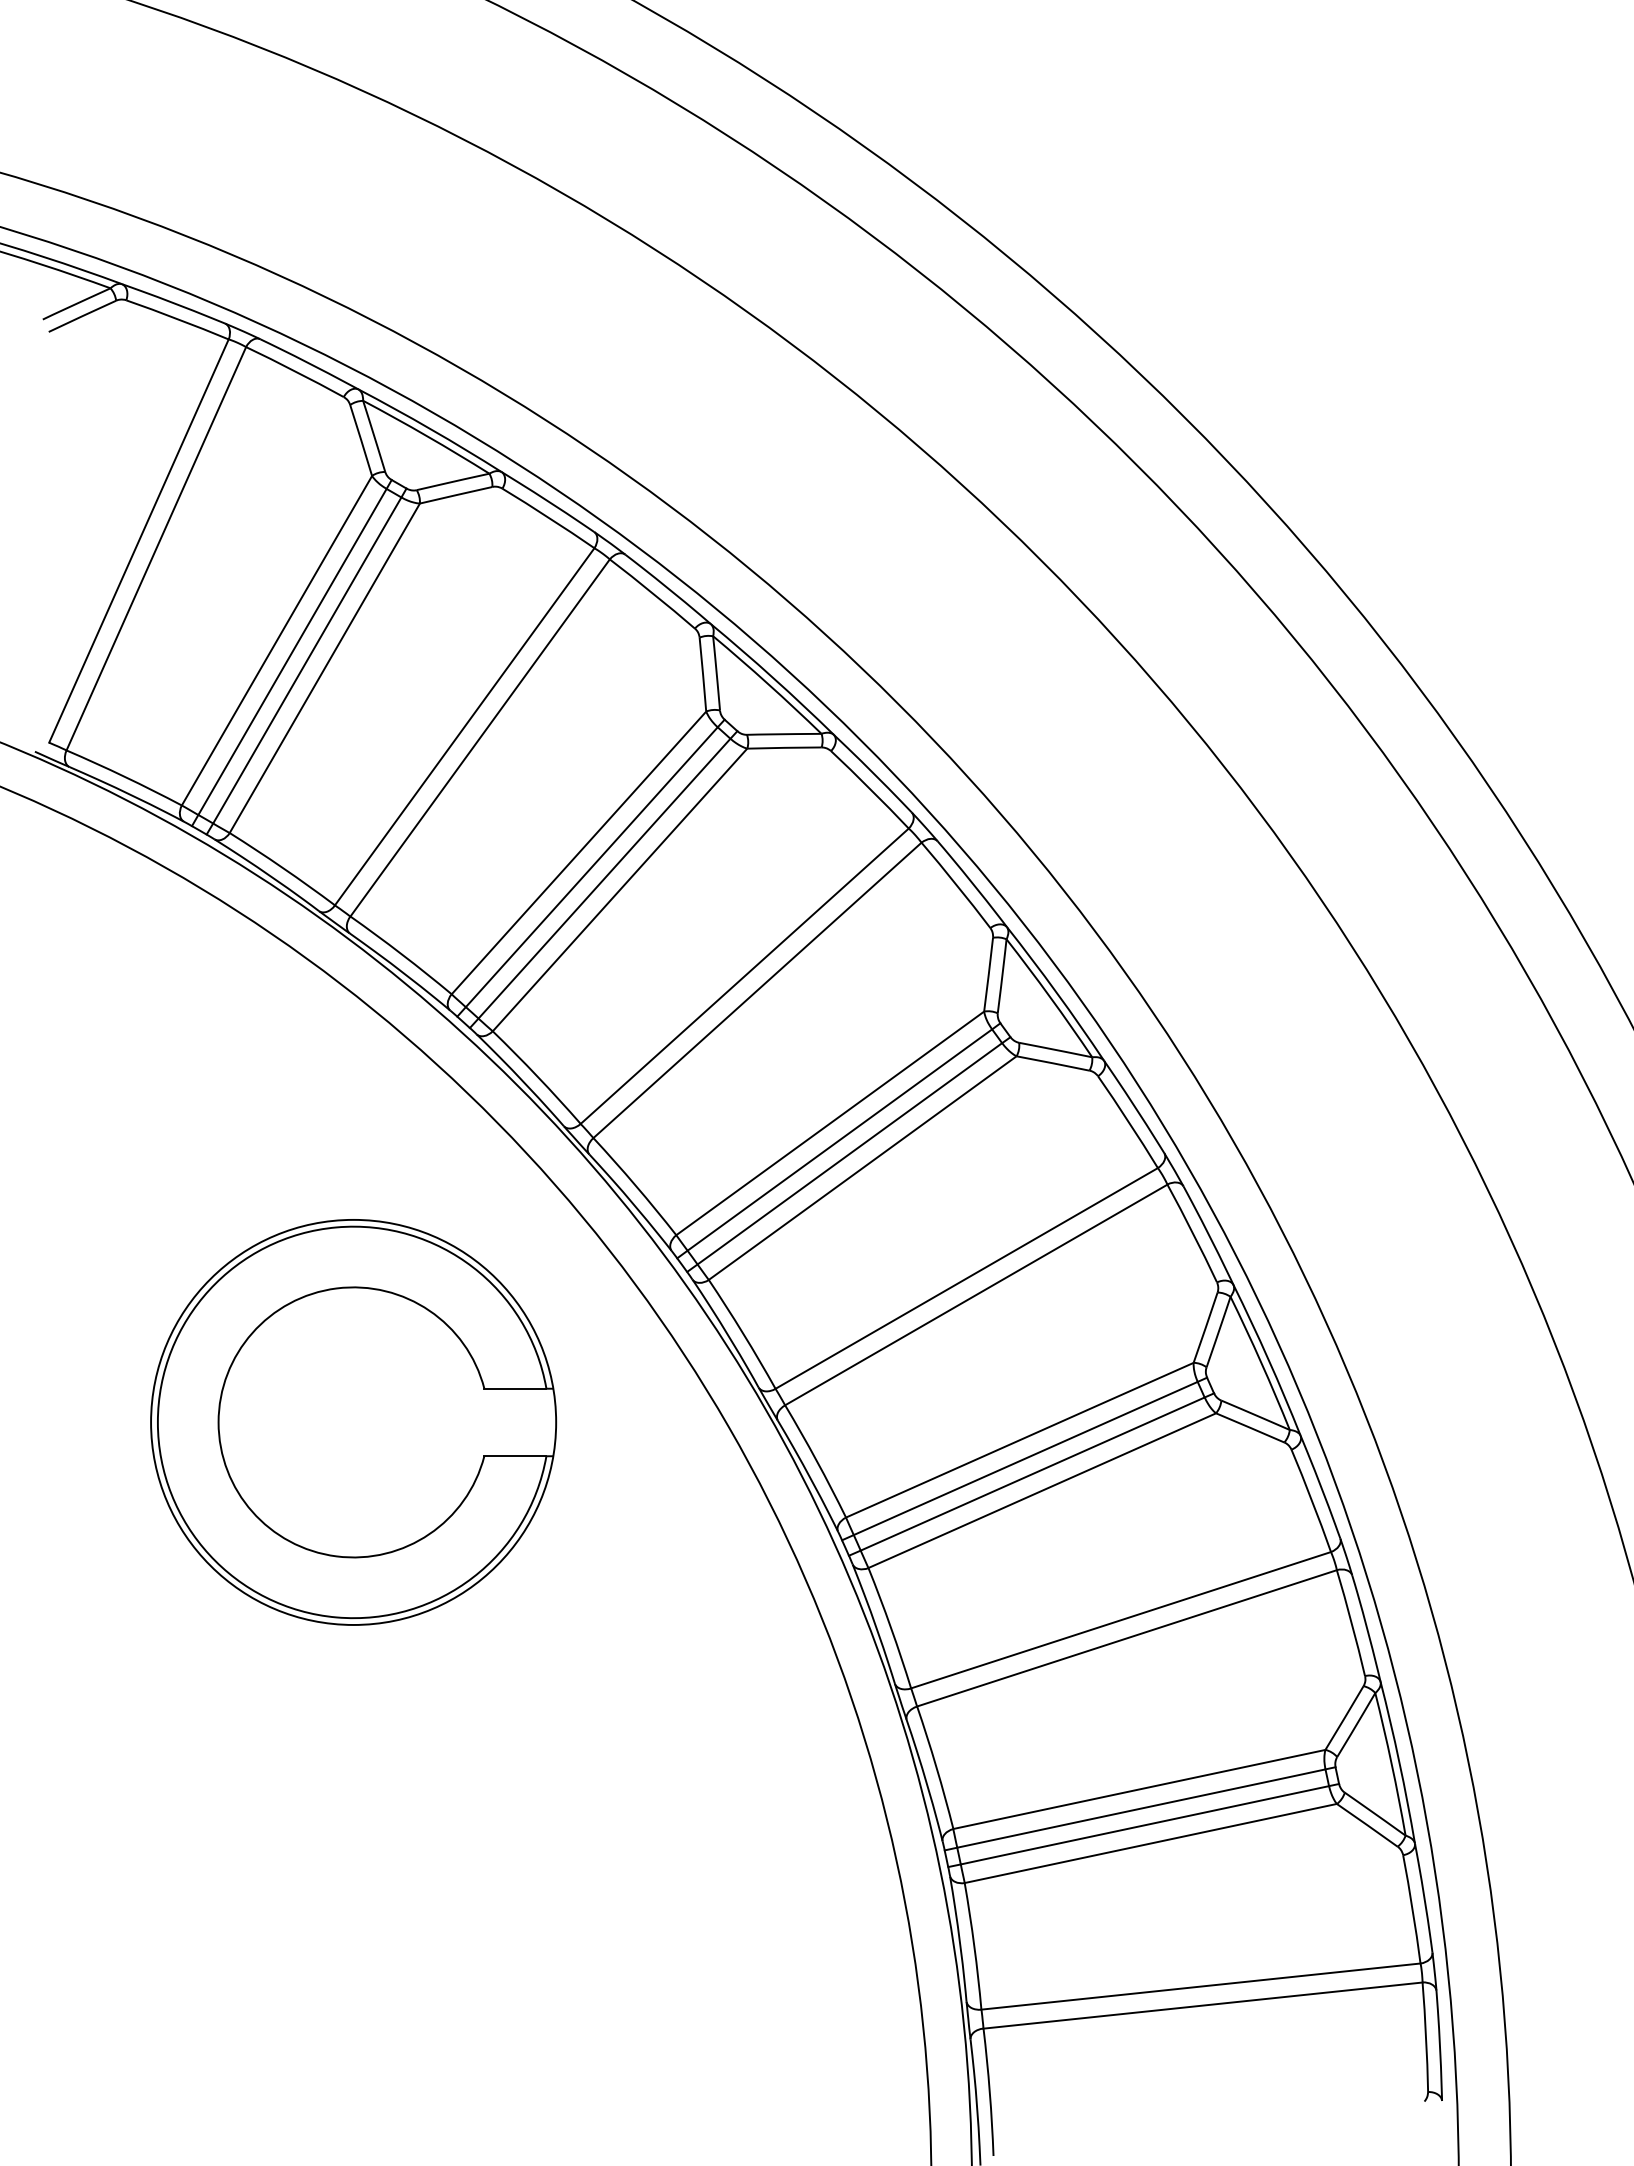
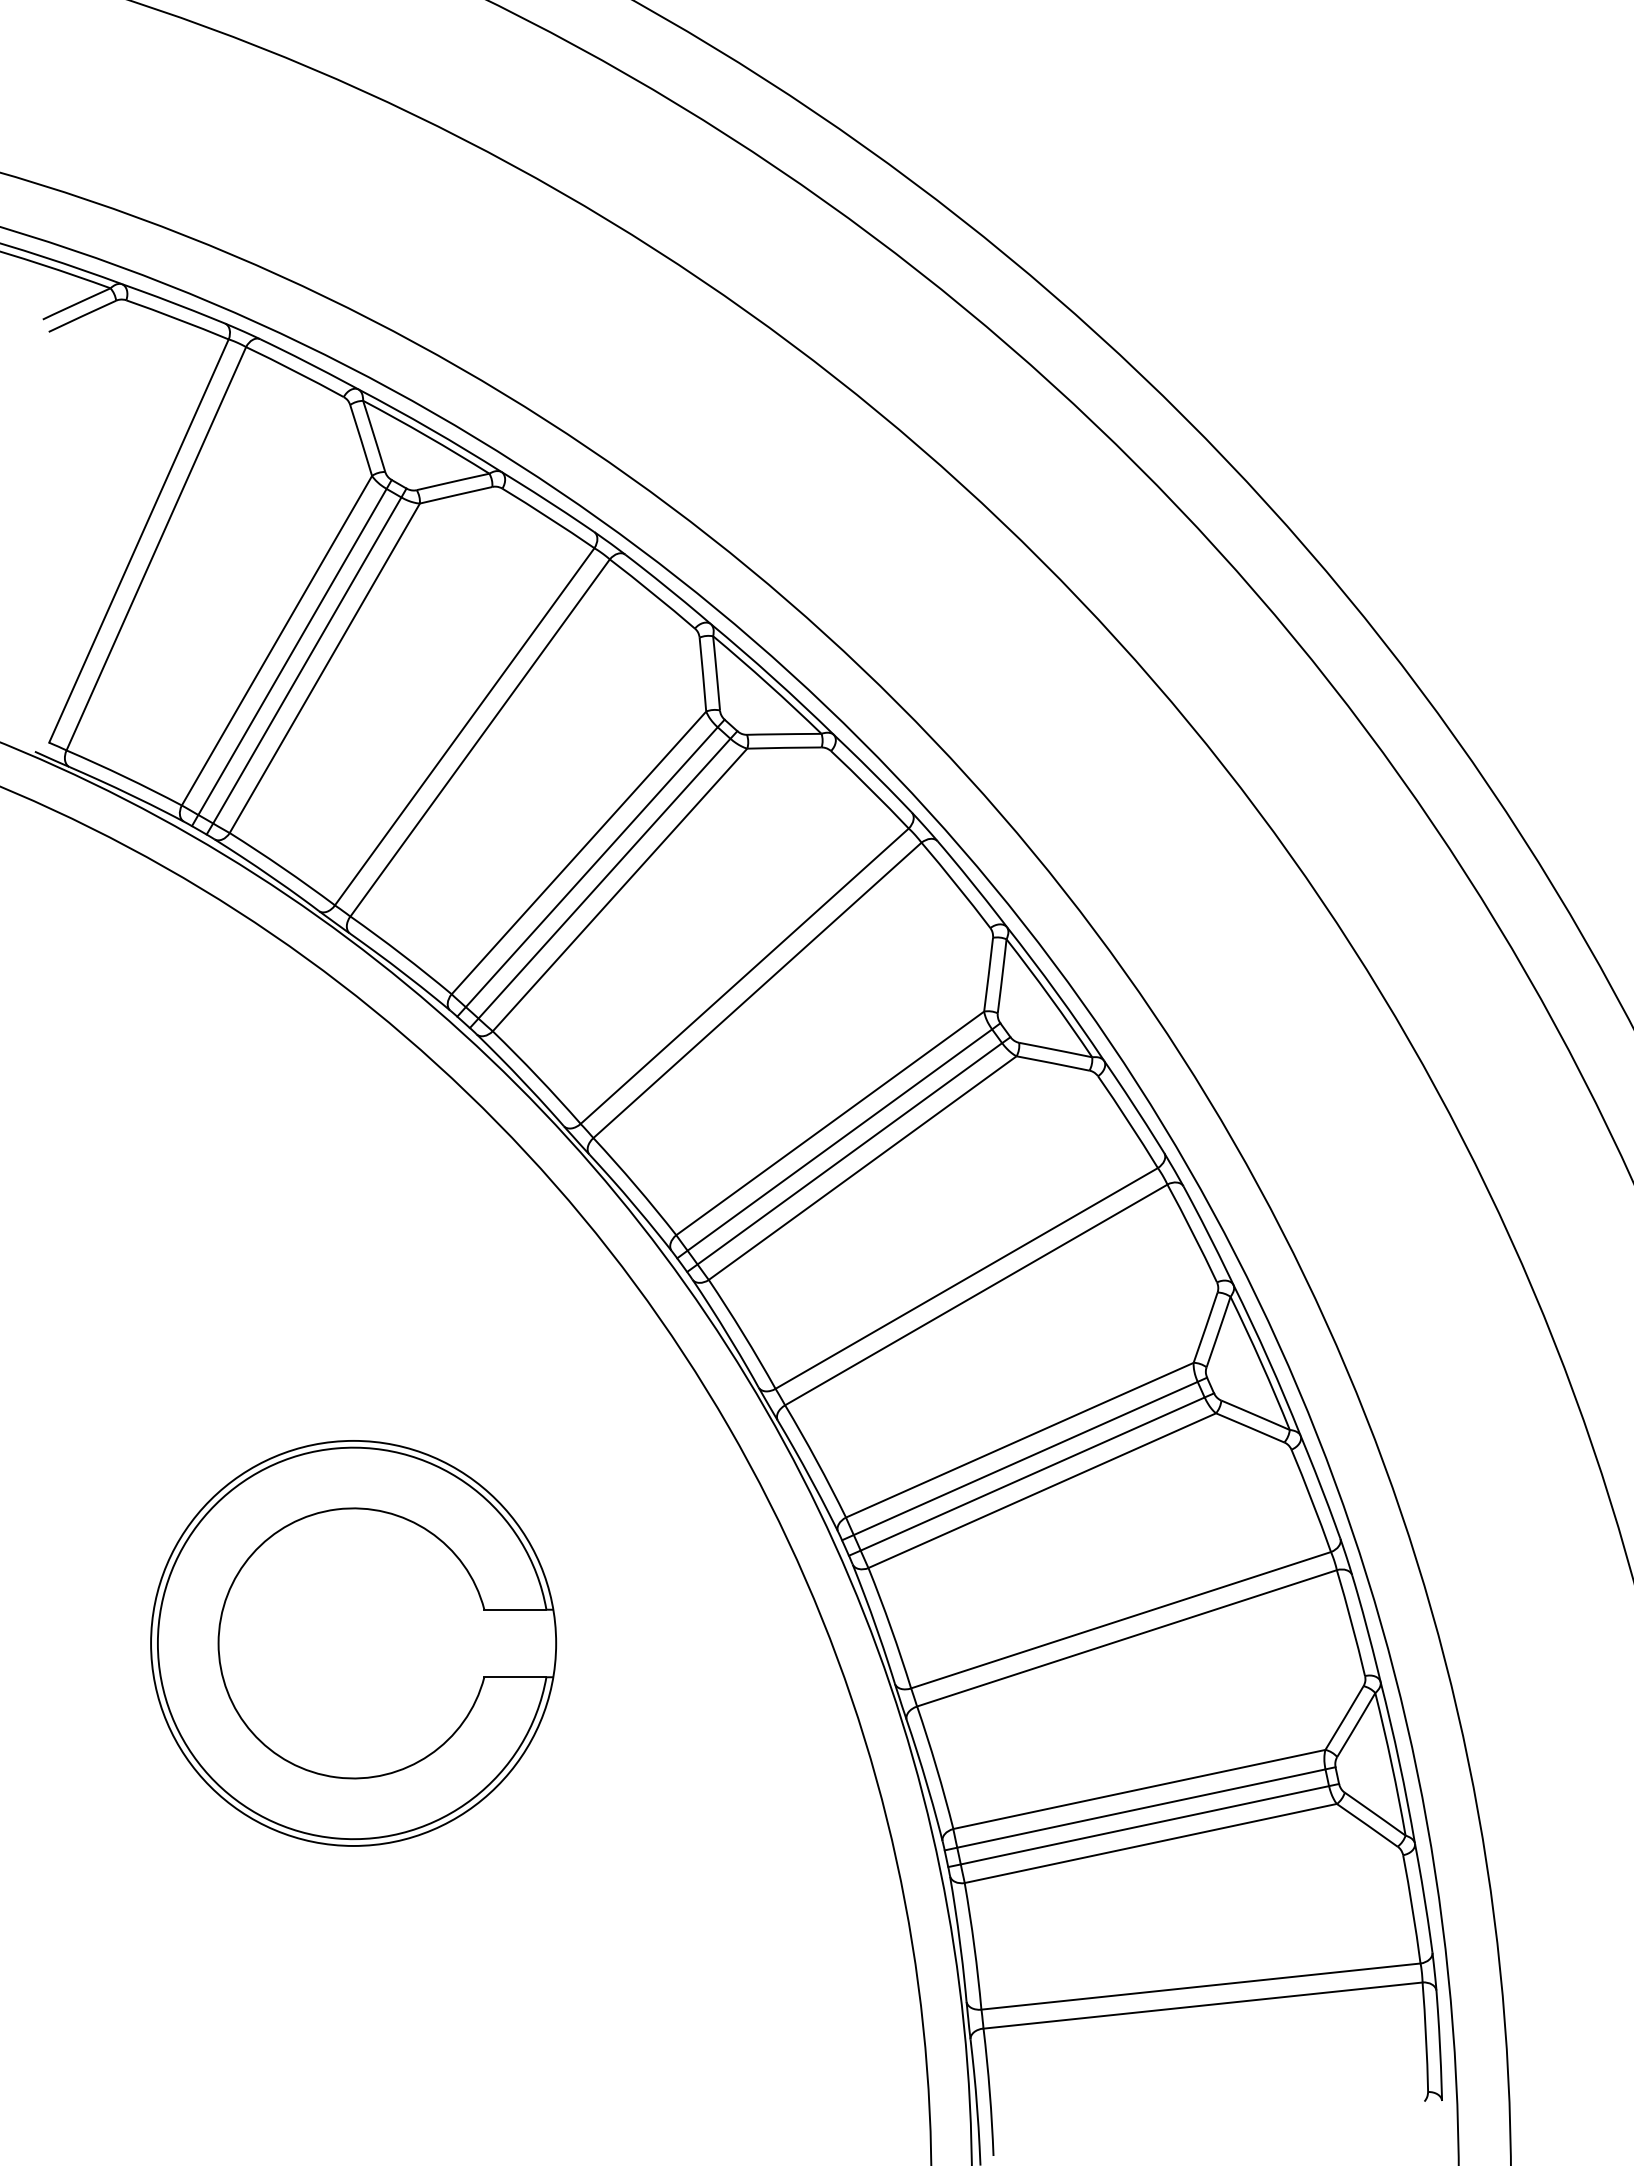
part at (353, 1422) position: (353, 1422) -> (353, 1643)
